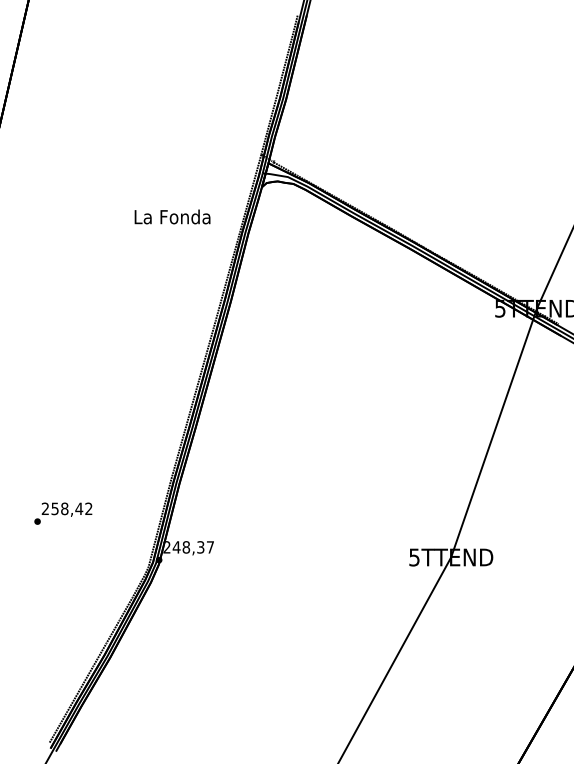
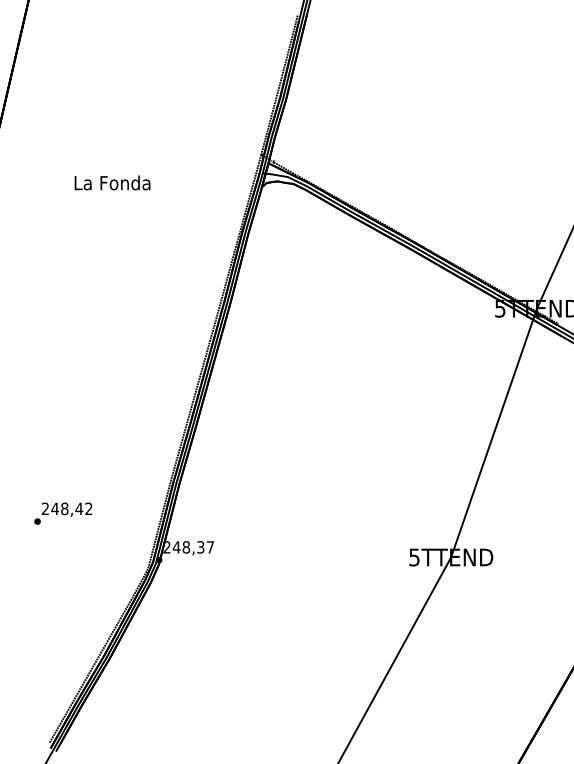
text at (172, 216) position: (172, 216) -> (112, 182)
text at (55, 508): 258,42 -> 248,42
